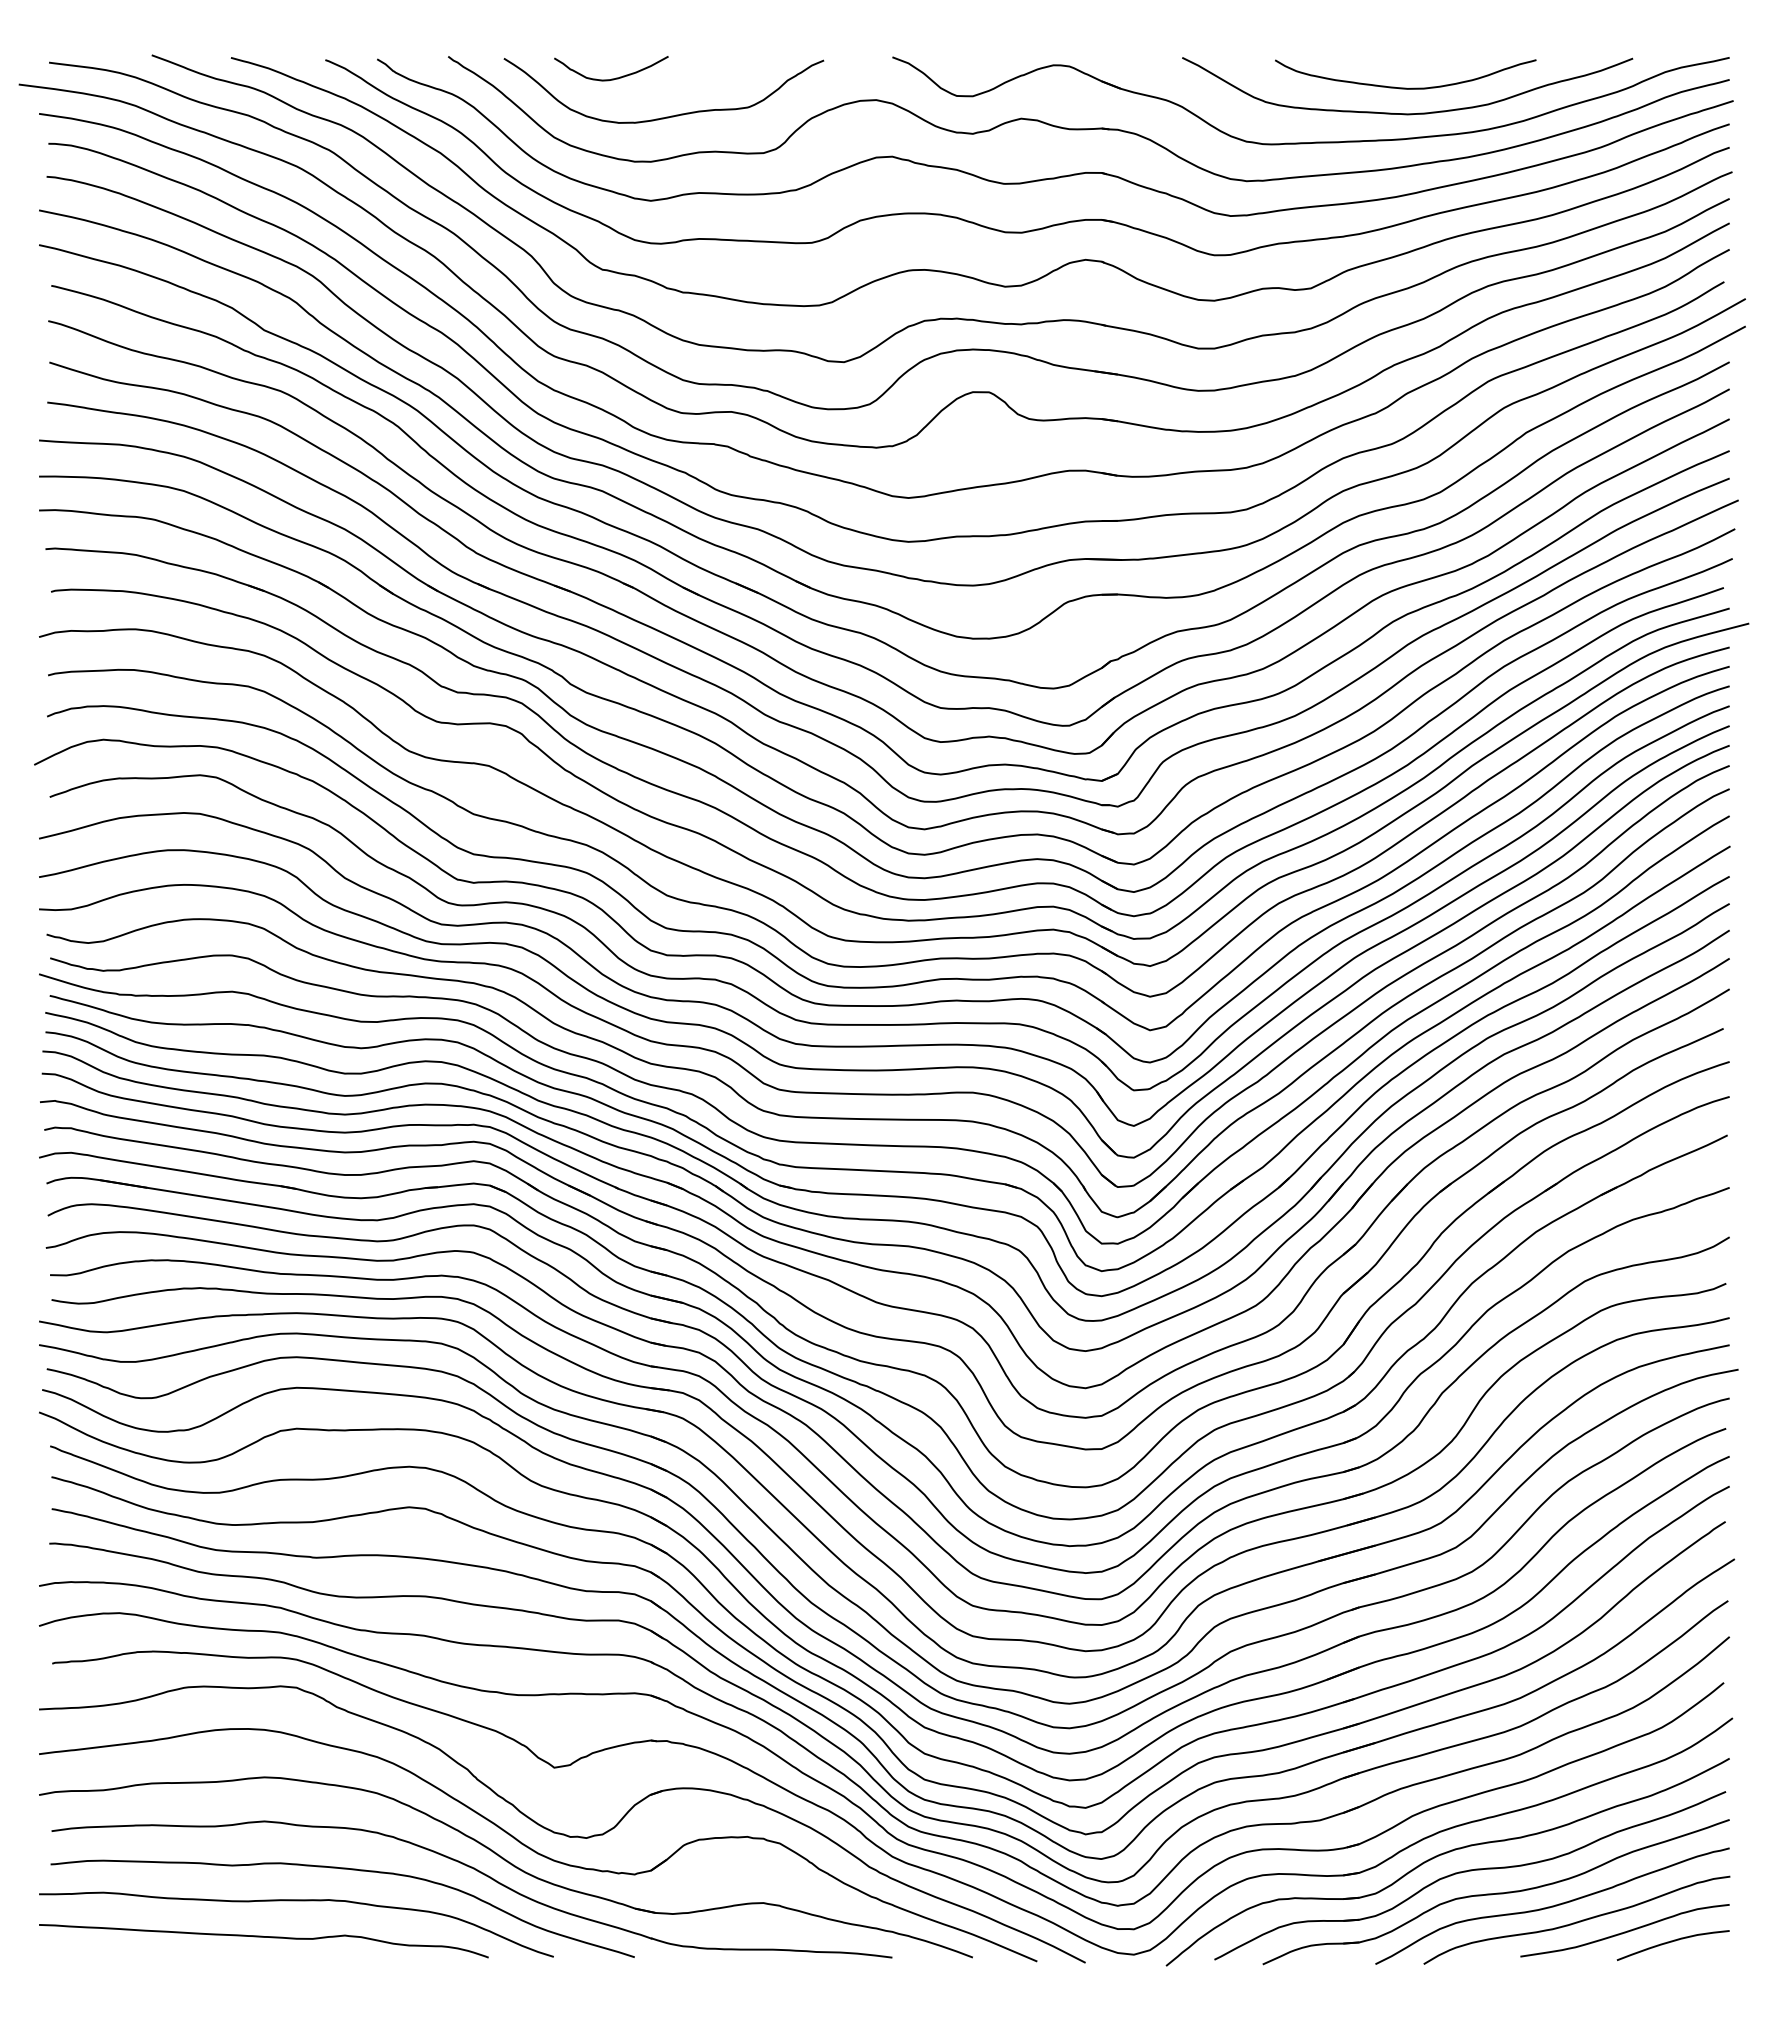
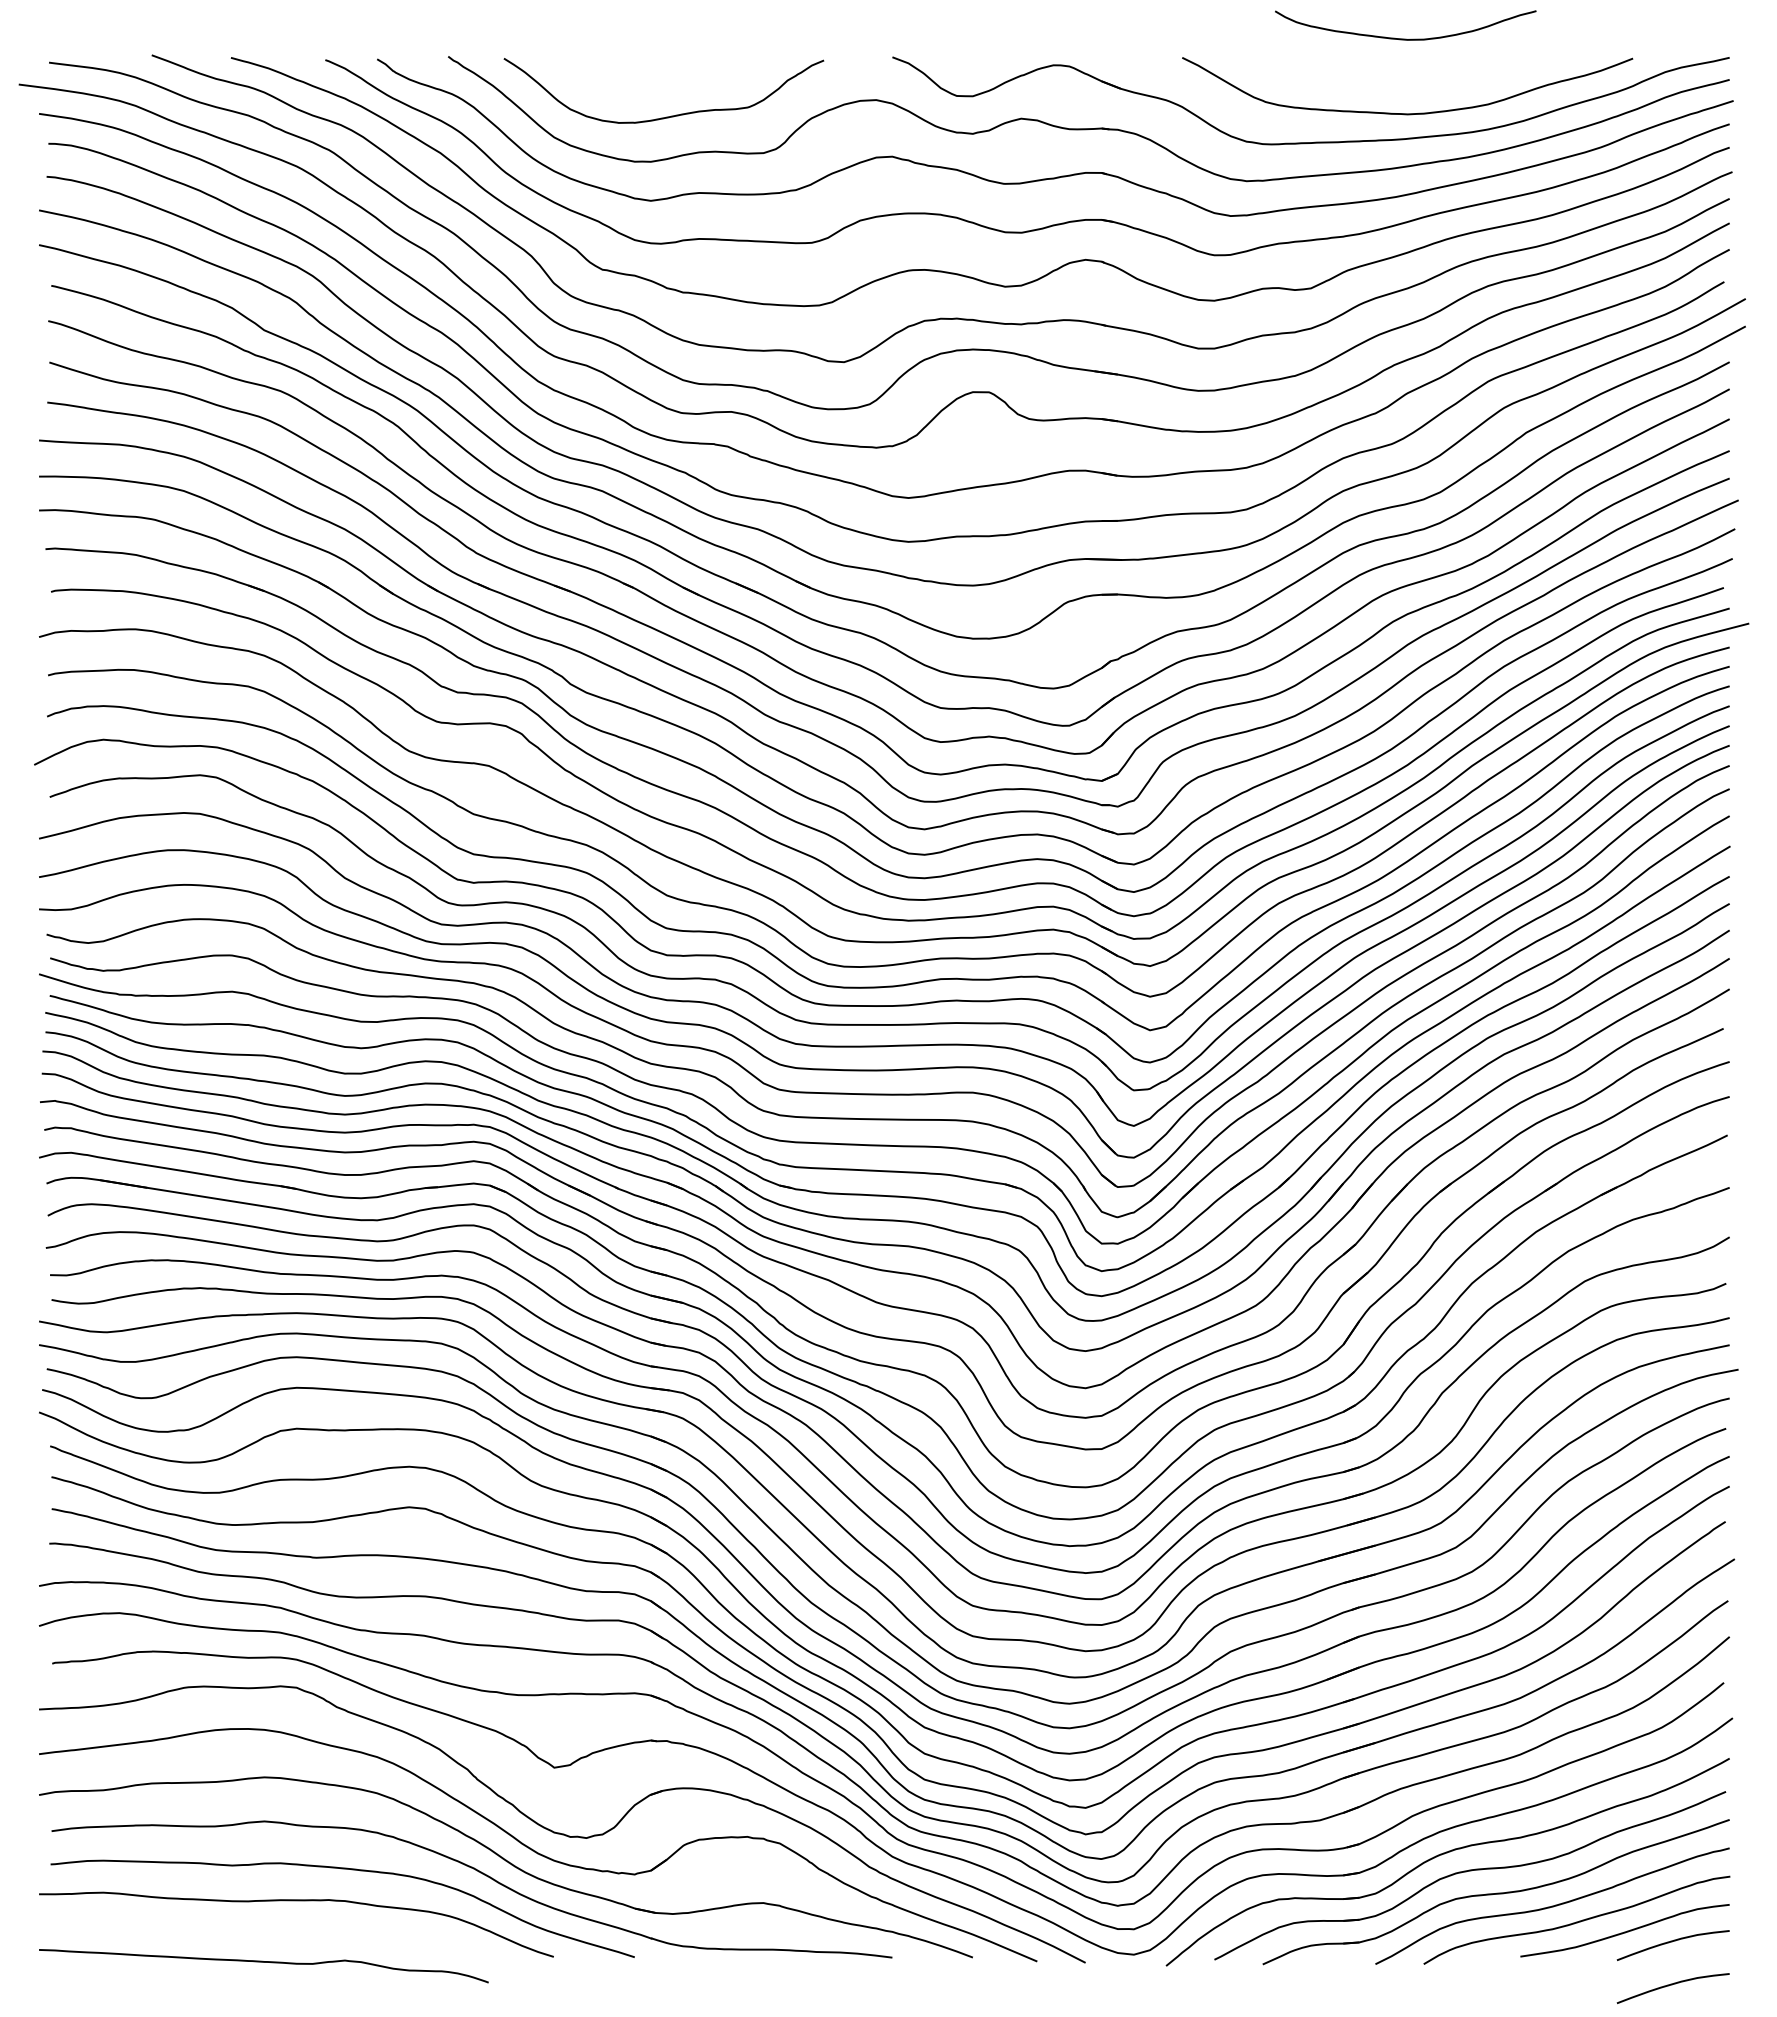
curve at (611, 78): present -> none
curve at (1405, 87) position: (1405, 87) -> (1405, 38)
curve at (263, 1937) position: (263, 1937) -> (263, 1962)
curve at (1672, 1985): none -> present
